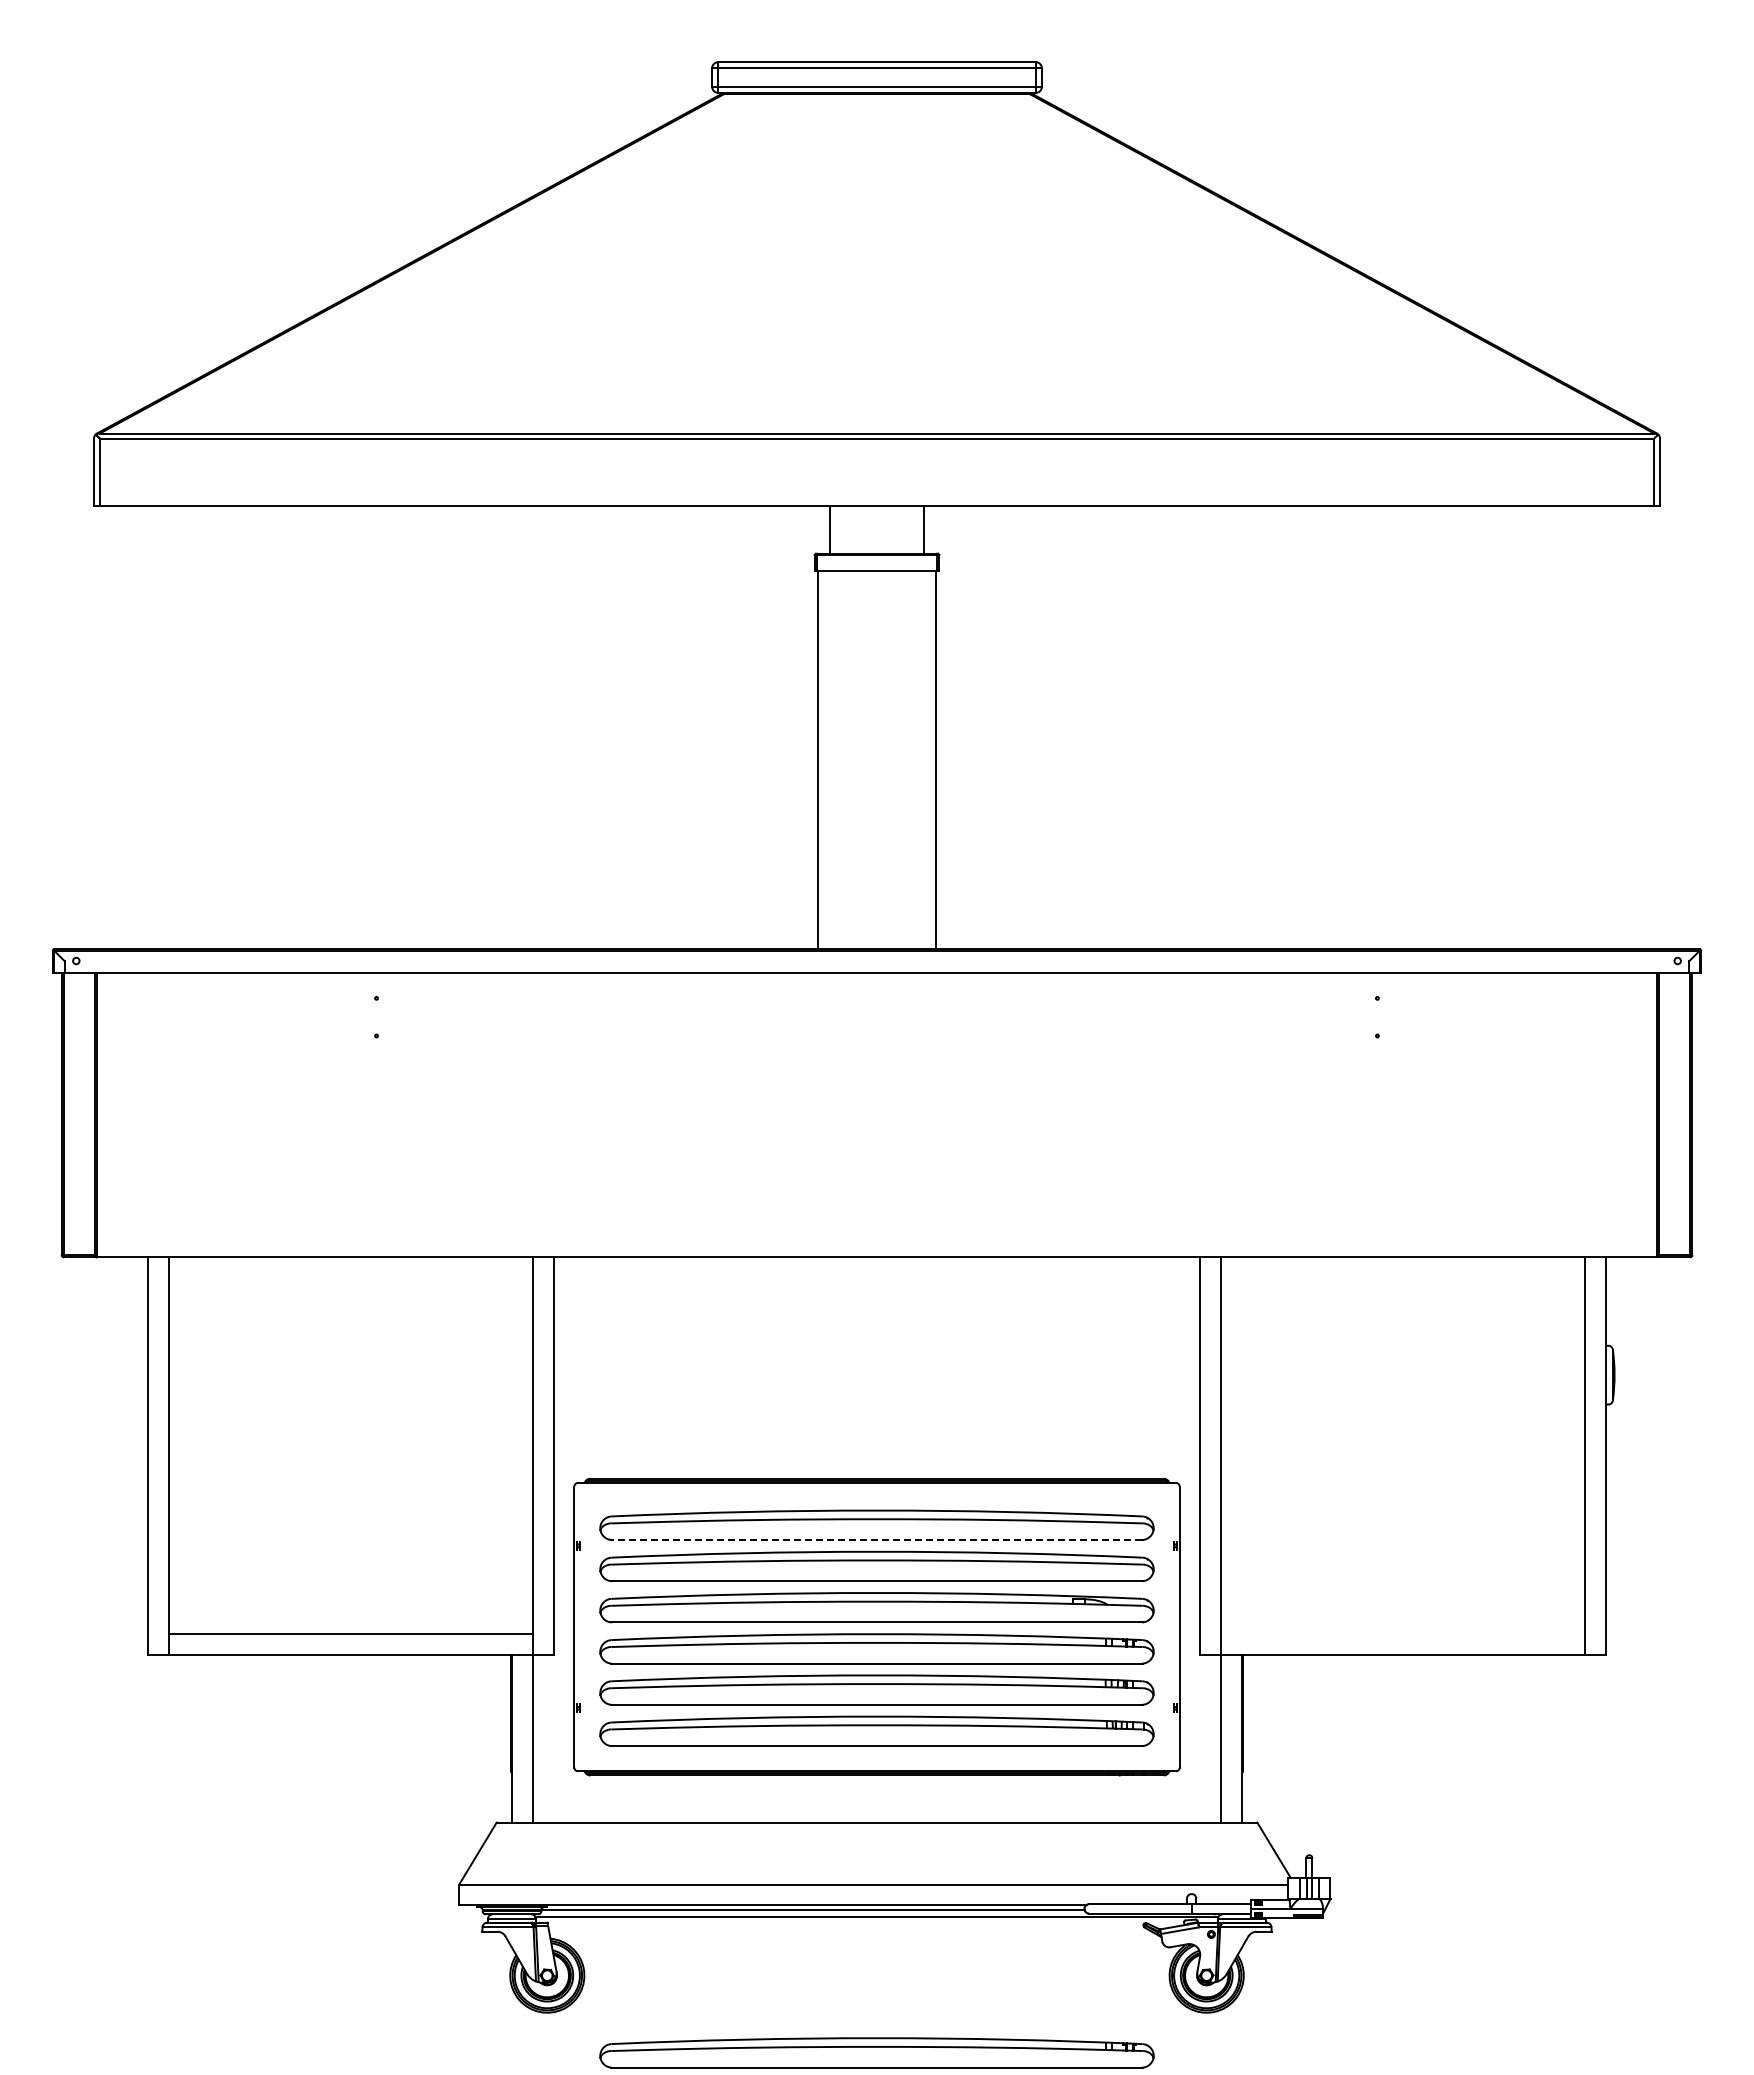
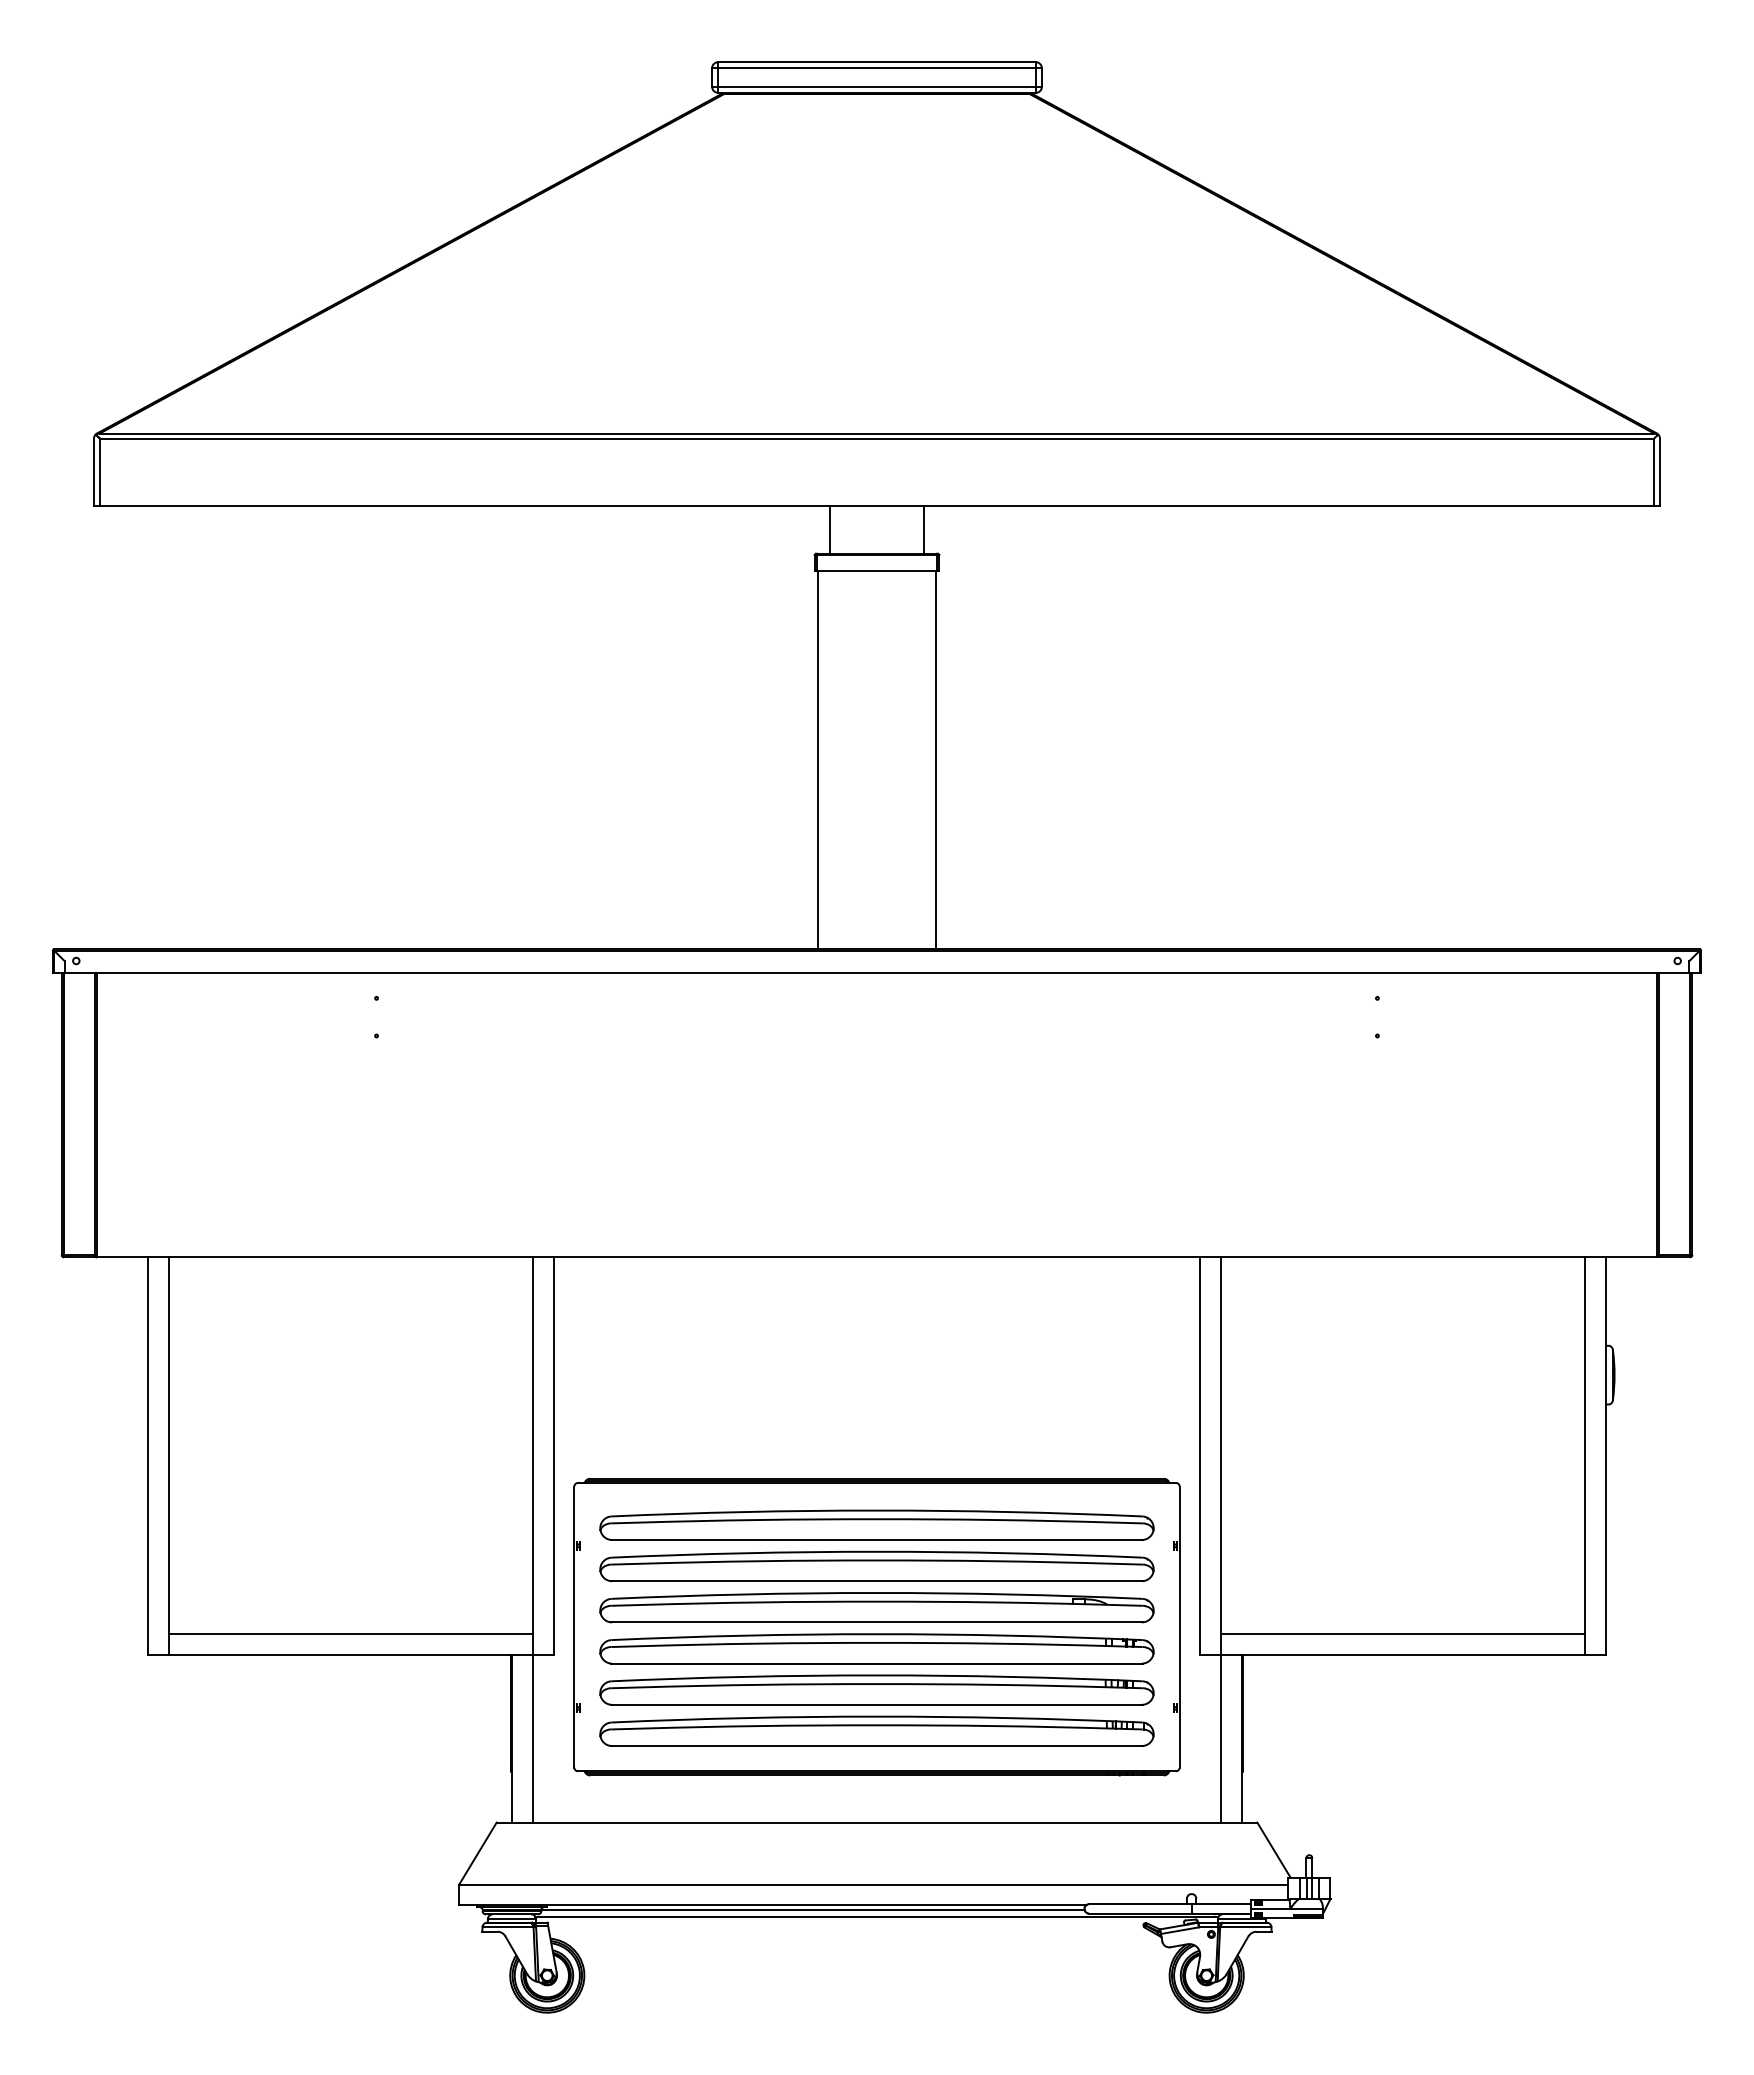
line at (877, 1539): dashed -> solid
line at (1402, 1634): none -> present
part at (876, 2052): present -> none
